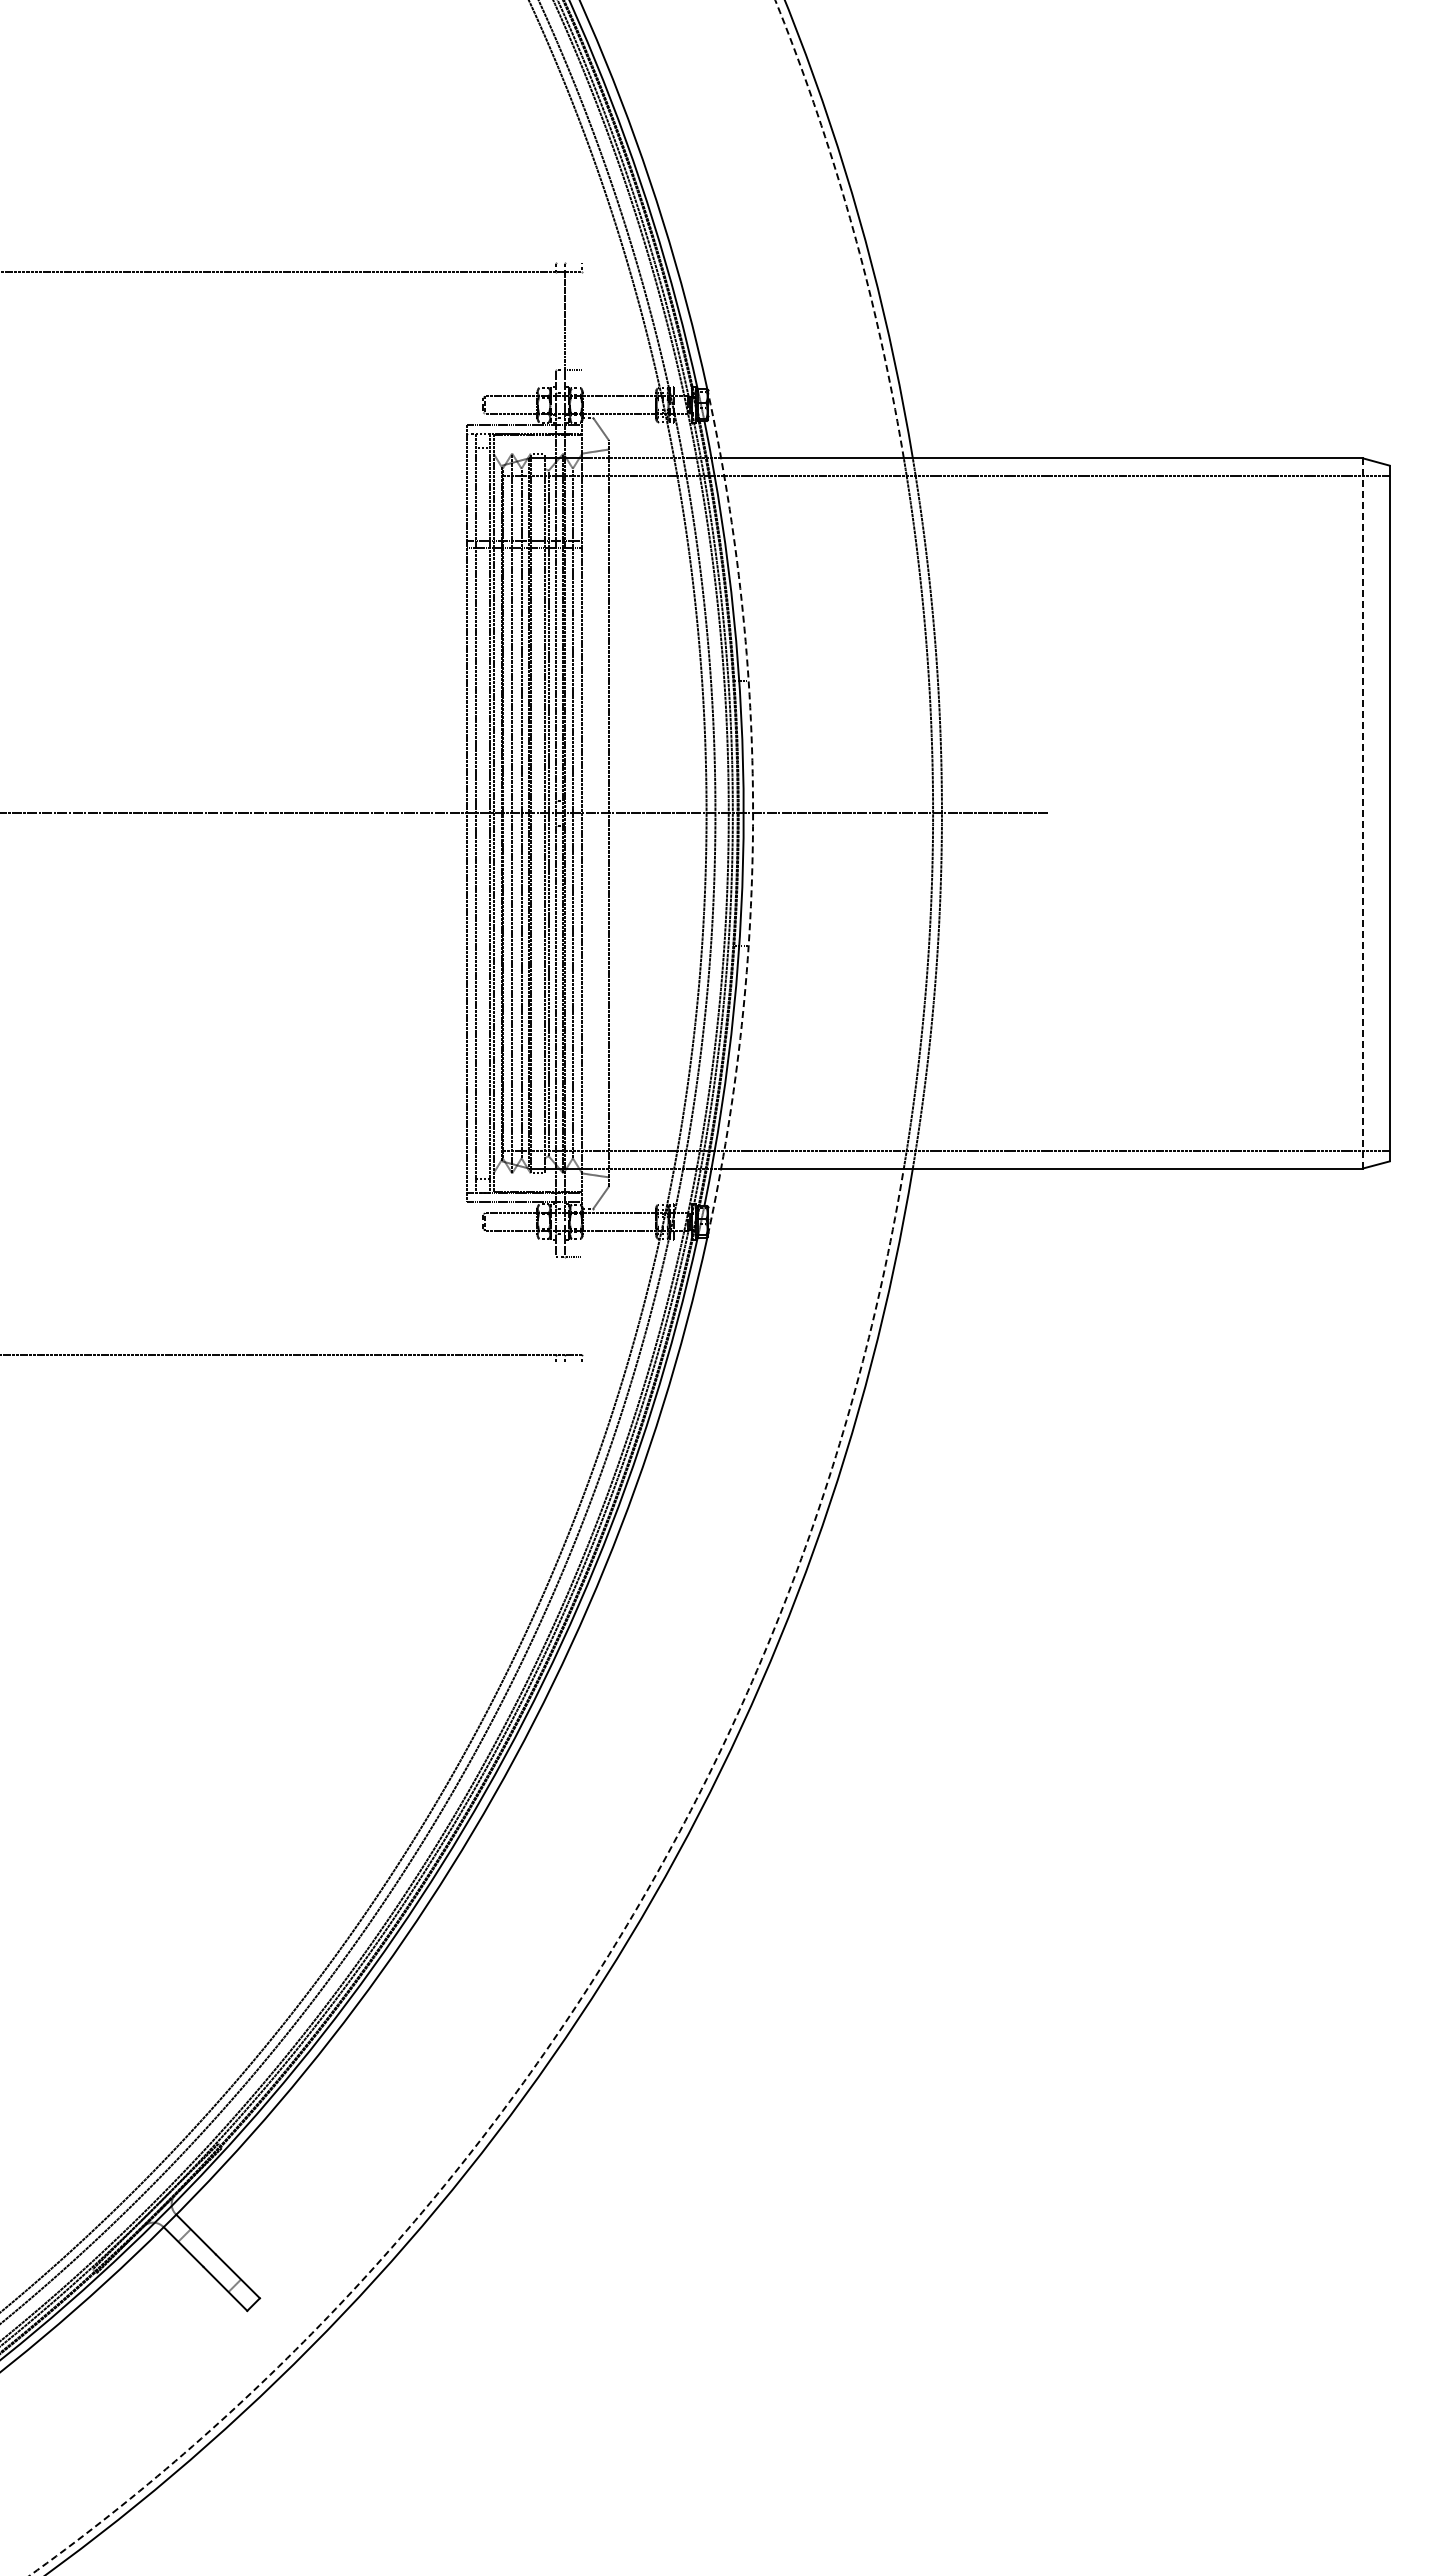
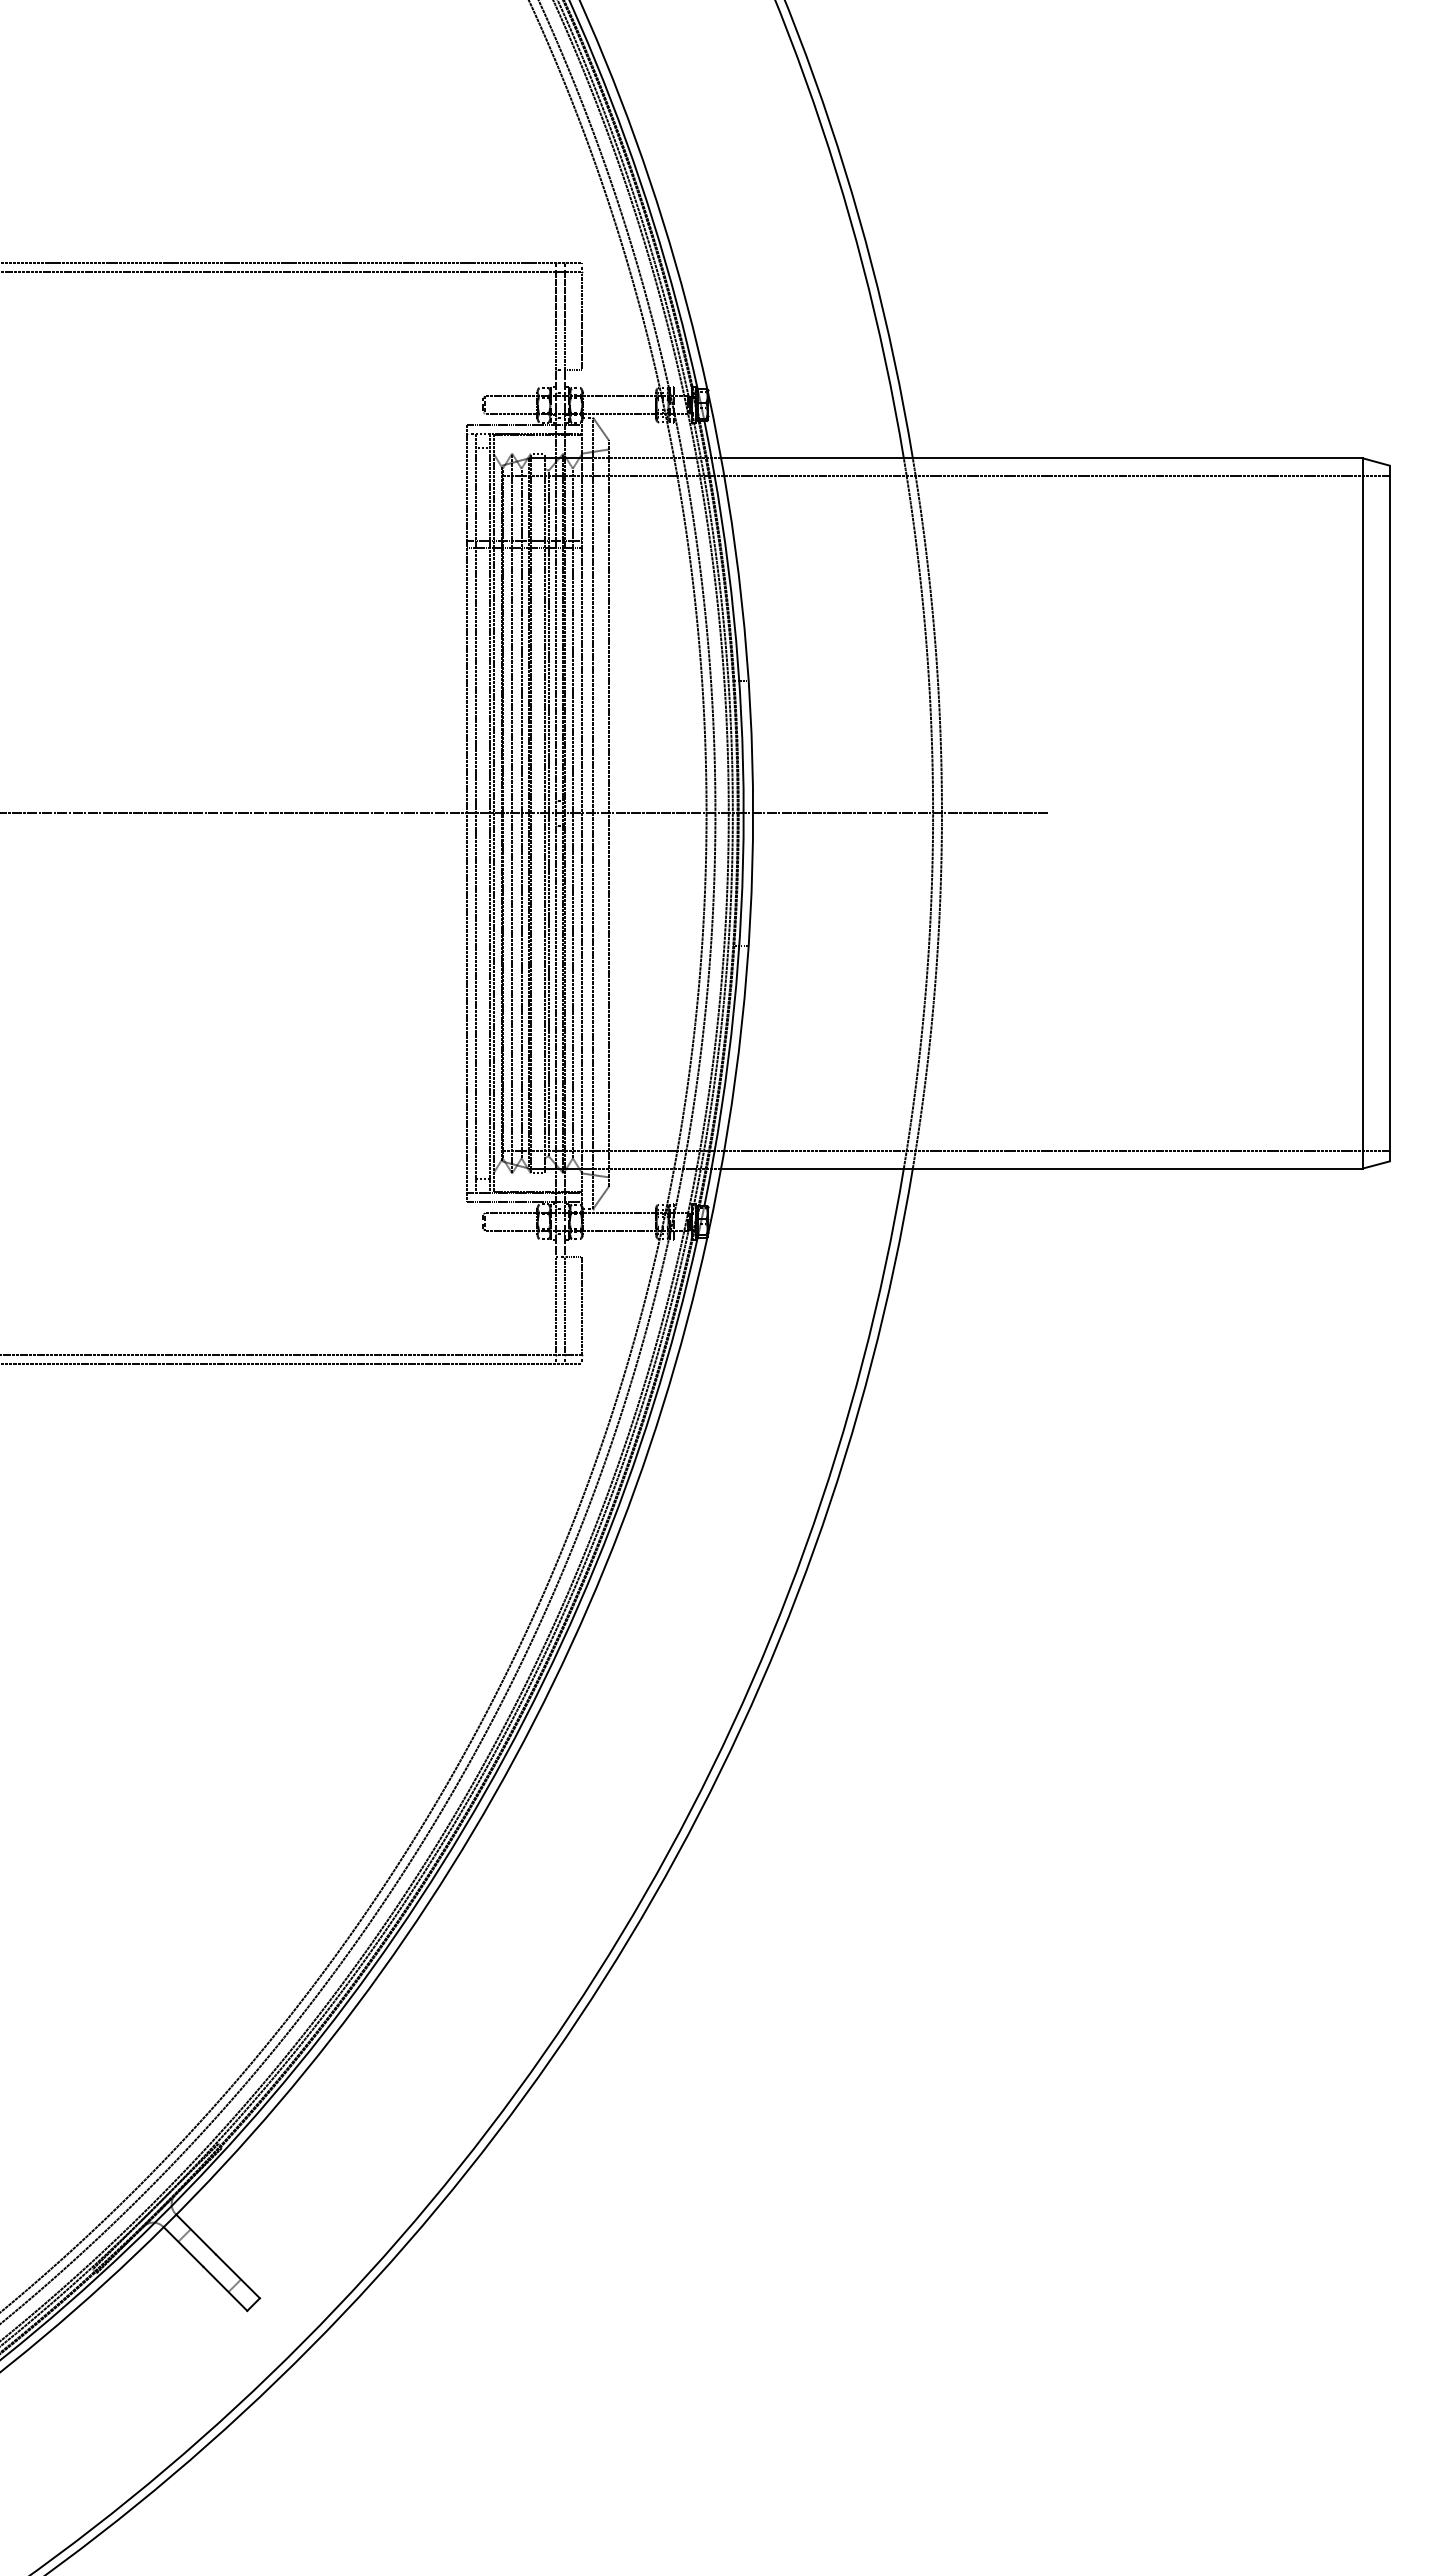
arc at (851, 224): dashed -> solid
line at (292, 263): none -> present
line at (555, 320): none -> present
line at (582, 320): none -> present
line at (1363, 812): dashed -> solid
line at (592, 813): none -> present
arc at (753, 813): dashed -> solid
line at (555, 1305): none -> present
line at (564, 1305): none -> present
line at (582, 1305): none -> present
line at (292, 1363): none -> present
arc at (606, 1958): dashed -> solid
